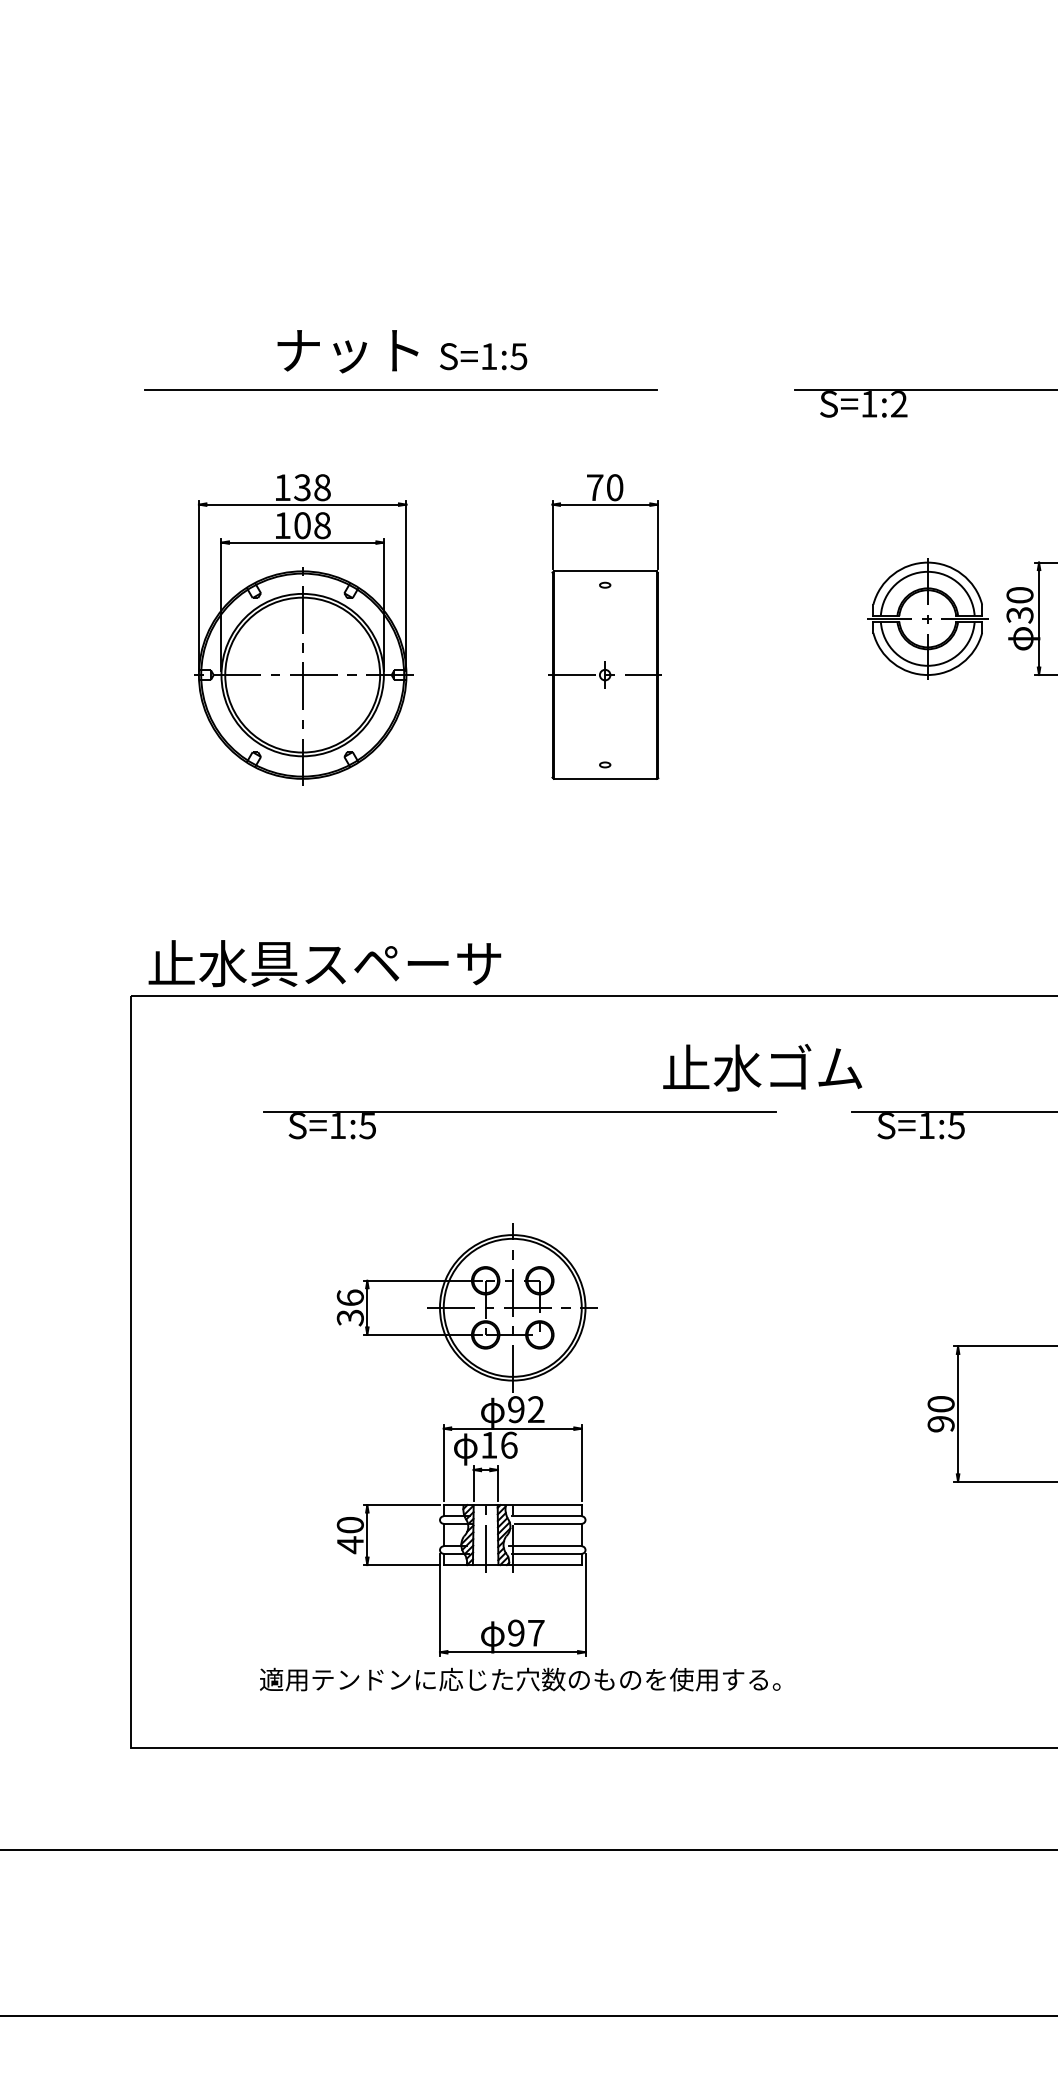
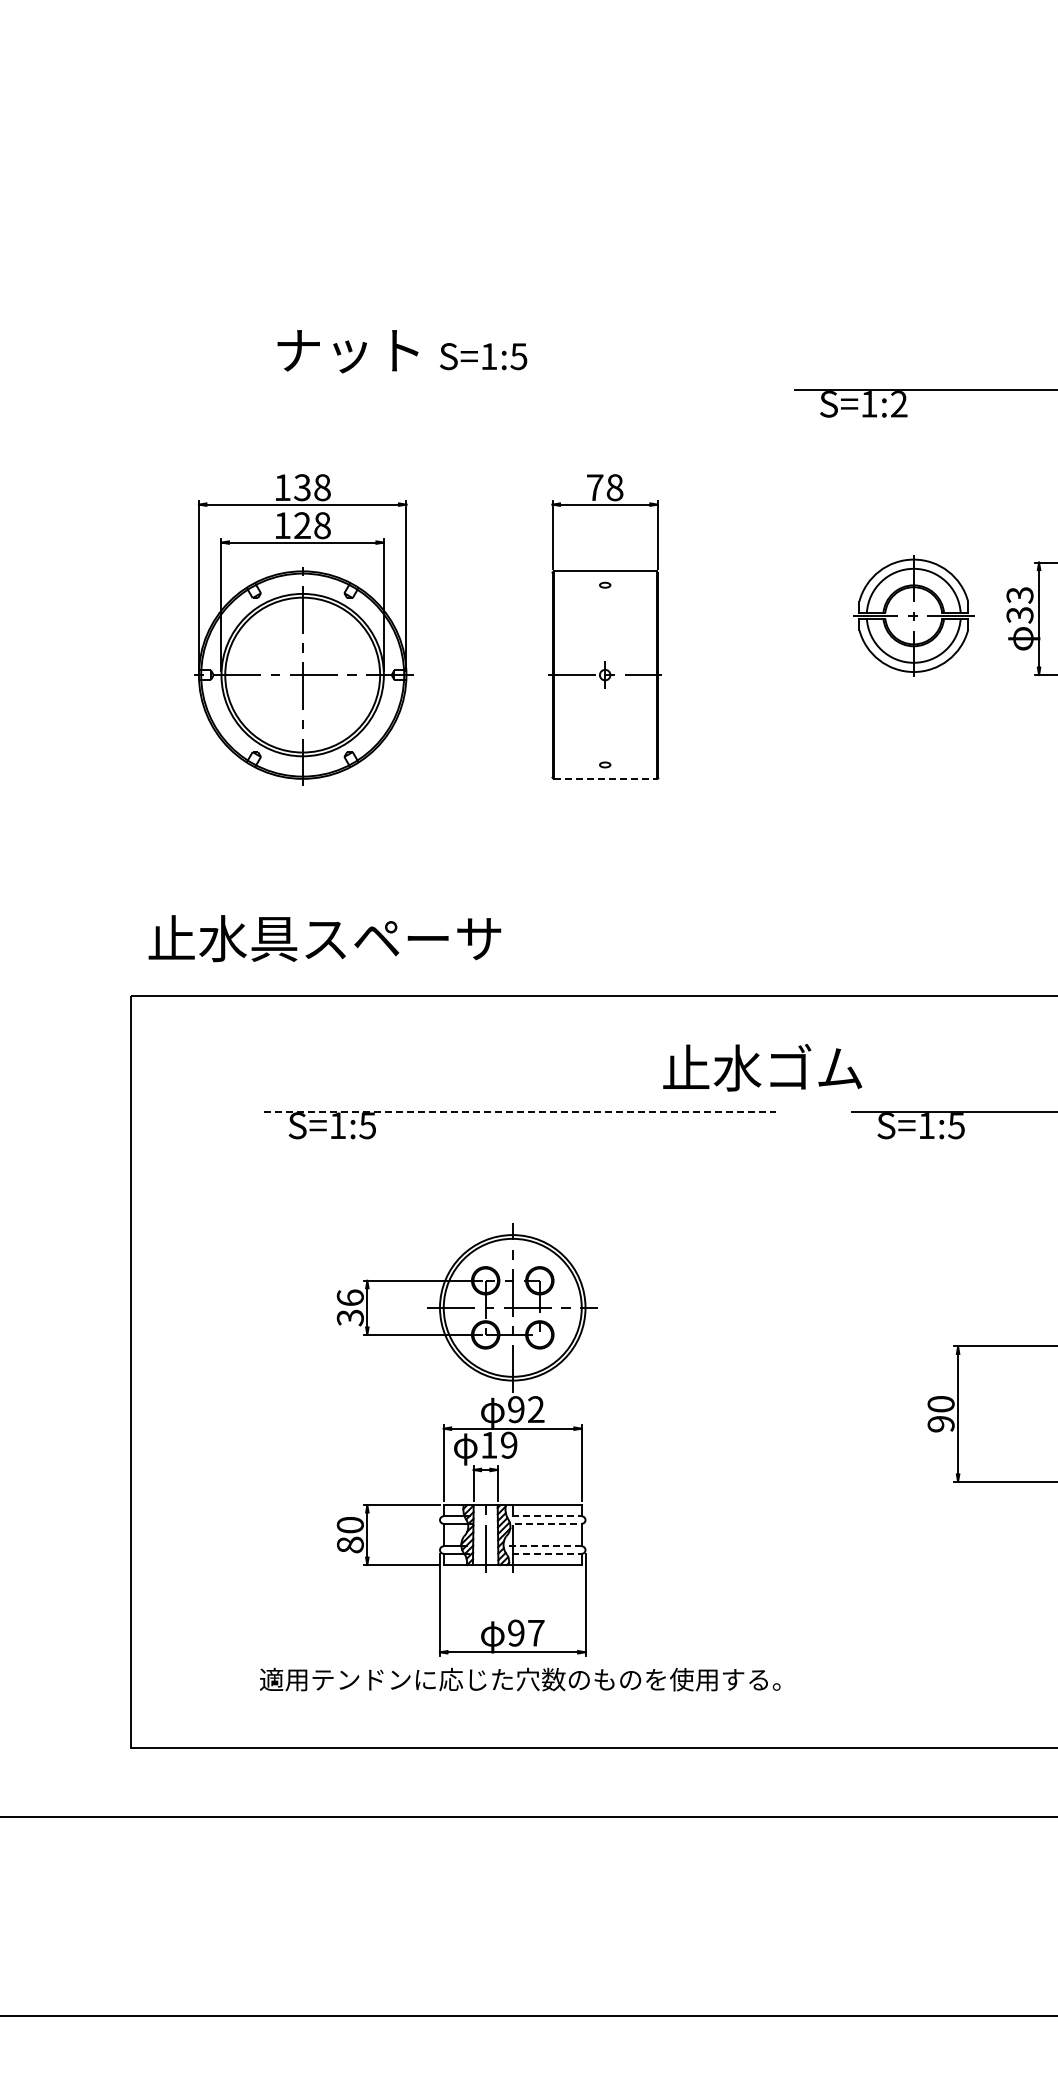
line at (400, 389): present -> none
text at (614, 487): 70 -> 78
text at (302, 525): 108 -> 128
text at (1019, 595): 30 -> 33
part at (927, 618) position: (927, 618) -> (913, 615)
line at (605, 778): solid -> dashed
text at (324, 963) position: (324, 963) -> (324, 938)
line at (520, 1111): solid -> dashed
text at (509, 1444): 16 -> 19
line at (546, 1516): solid -> dashed
line at (549, 1523): solid -> dashed
text at (350, 1545): 40 -> 80
line at (545, 1546): solid -> dashed
line at (547, 1553): solid -> dashed
line at (528, 1850) position: (528, 1850) -> (528, 1817)
